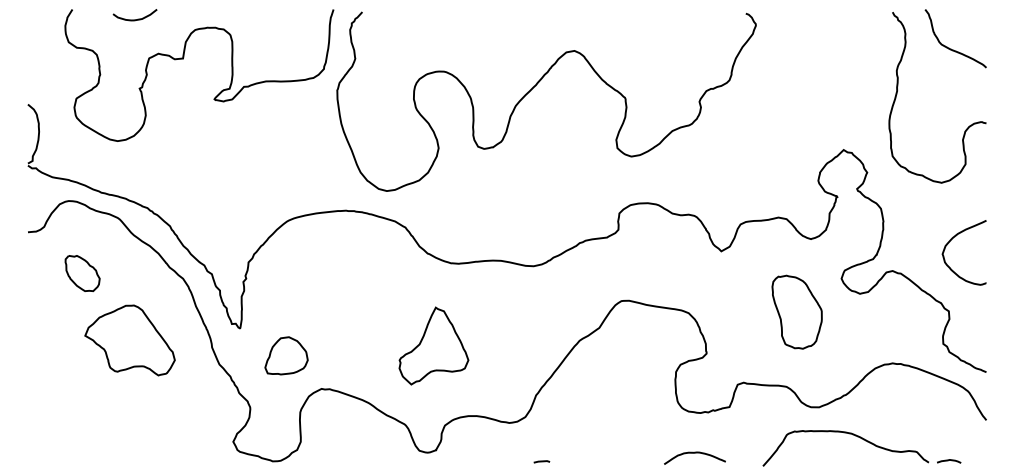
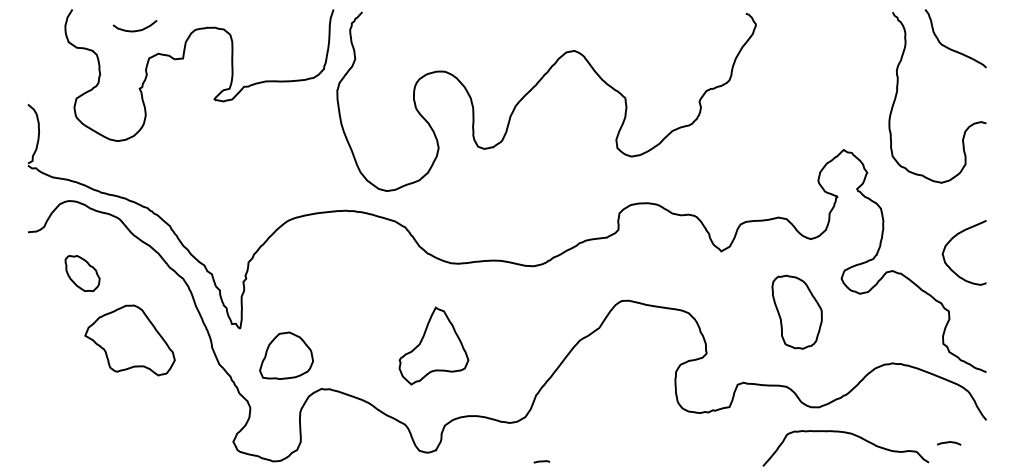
curve at (134, 19) position: (134, 19) -> (134, 30)
part at (286, 355) size: 45x40 px -> 55x49 px
curve at (694, 453): present -> none
curve at (949, 460) position: (949, 460) -> (949, 442)
